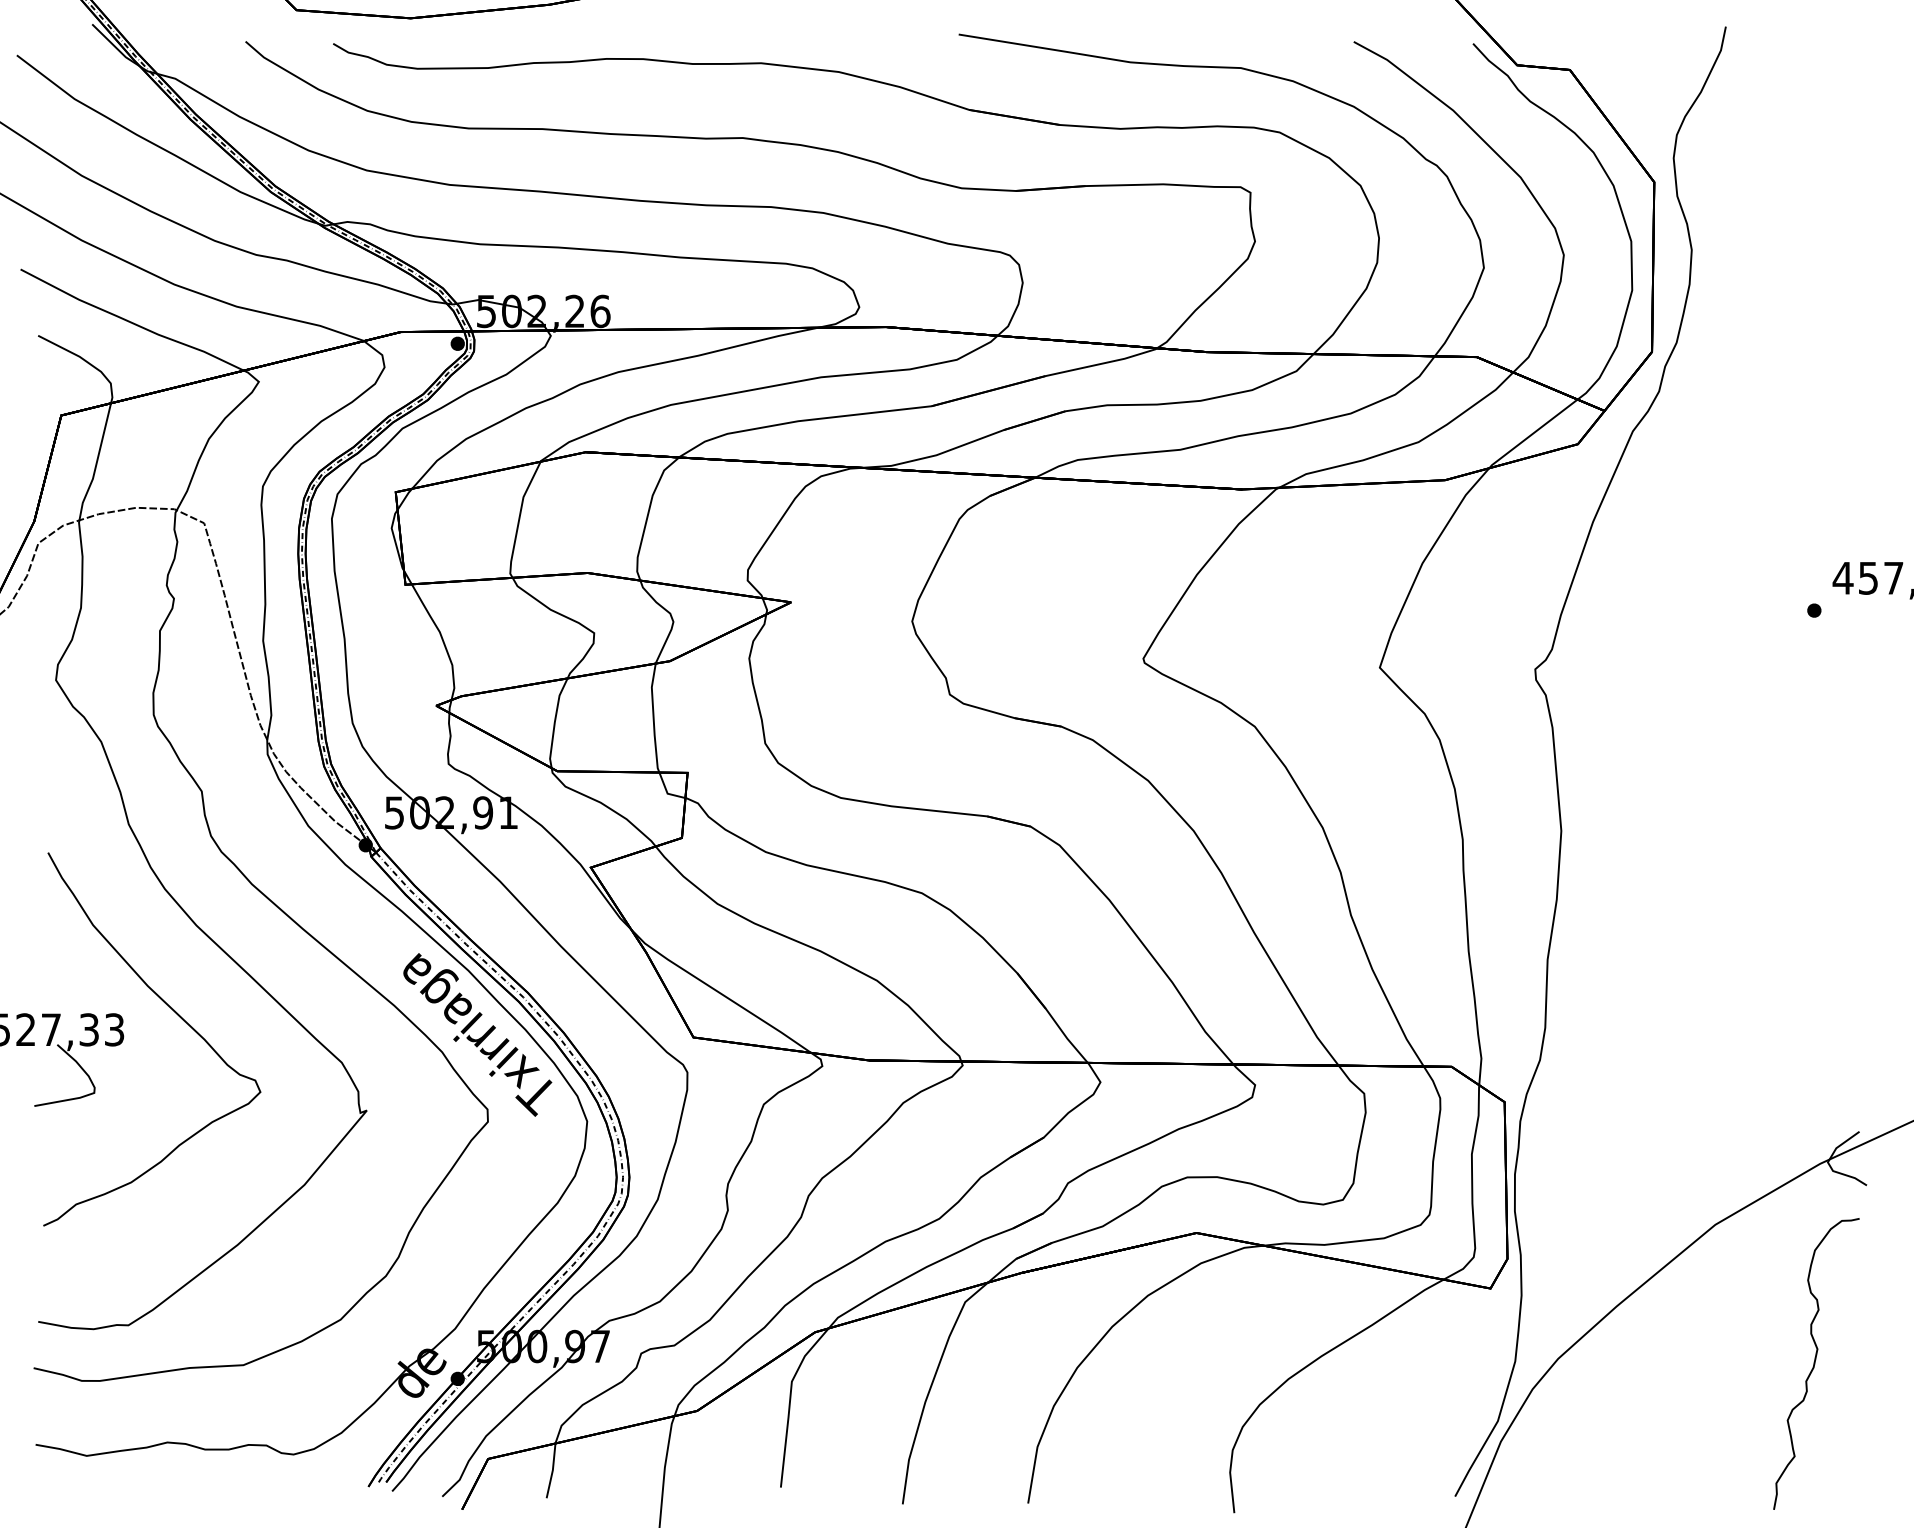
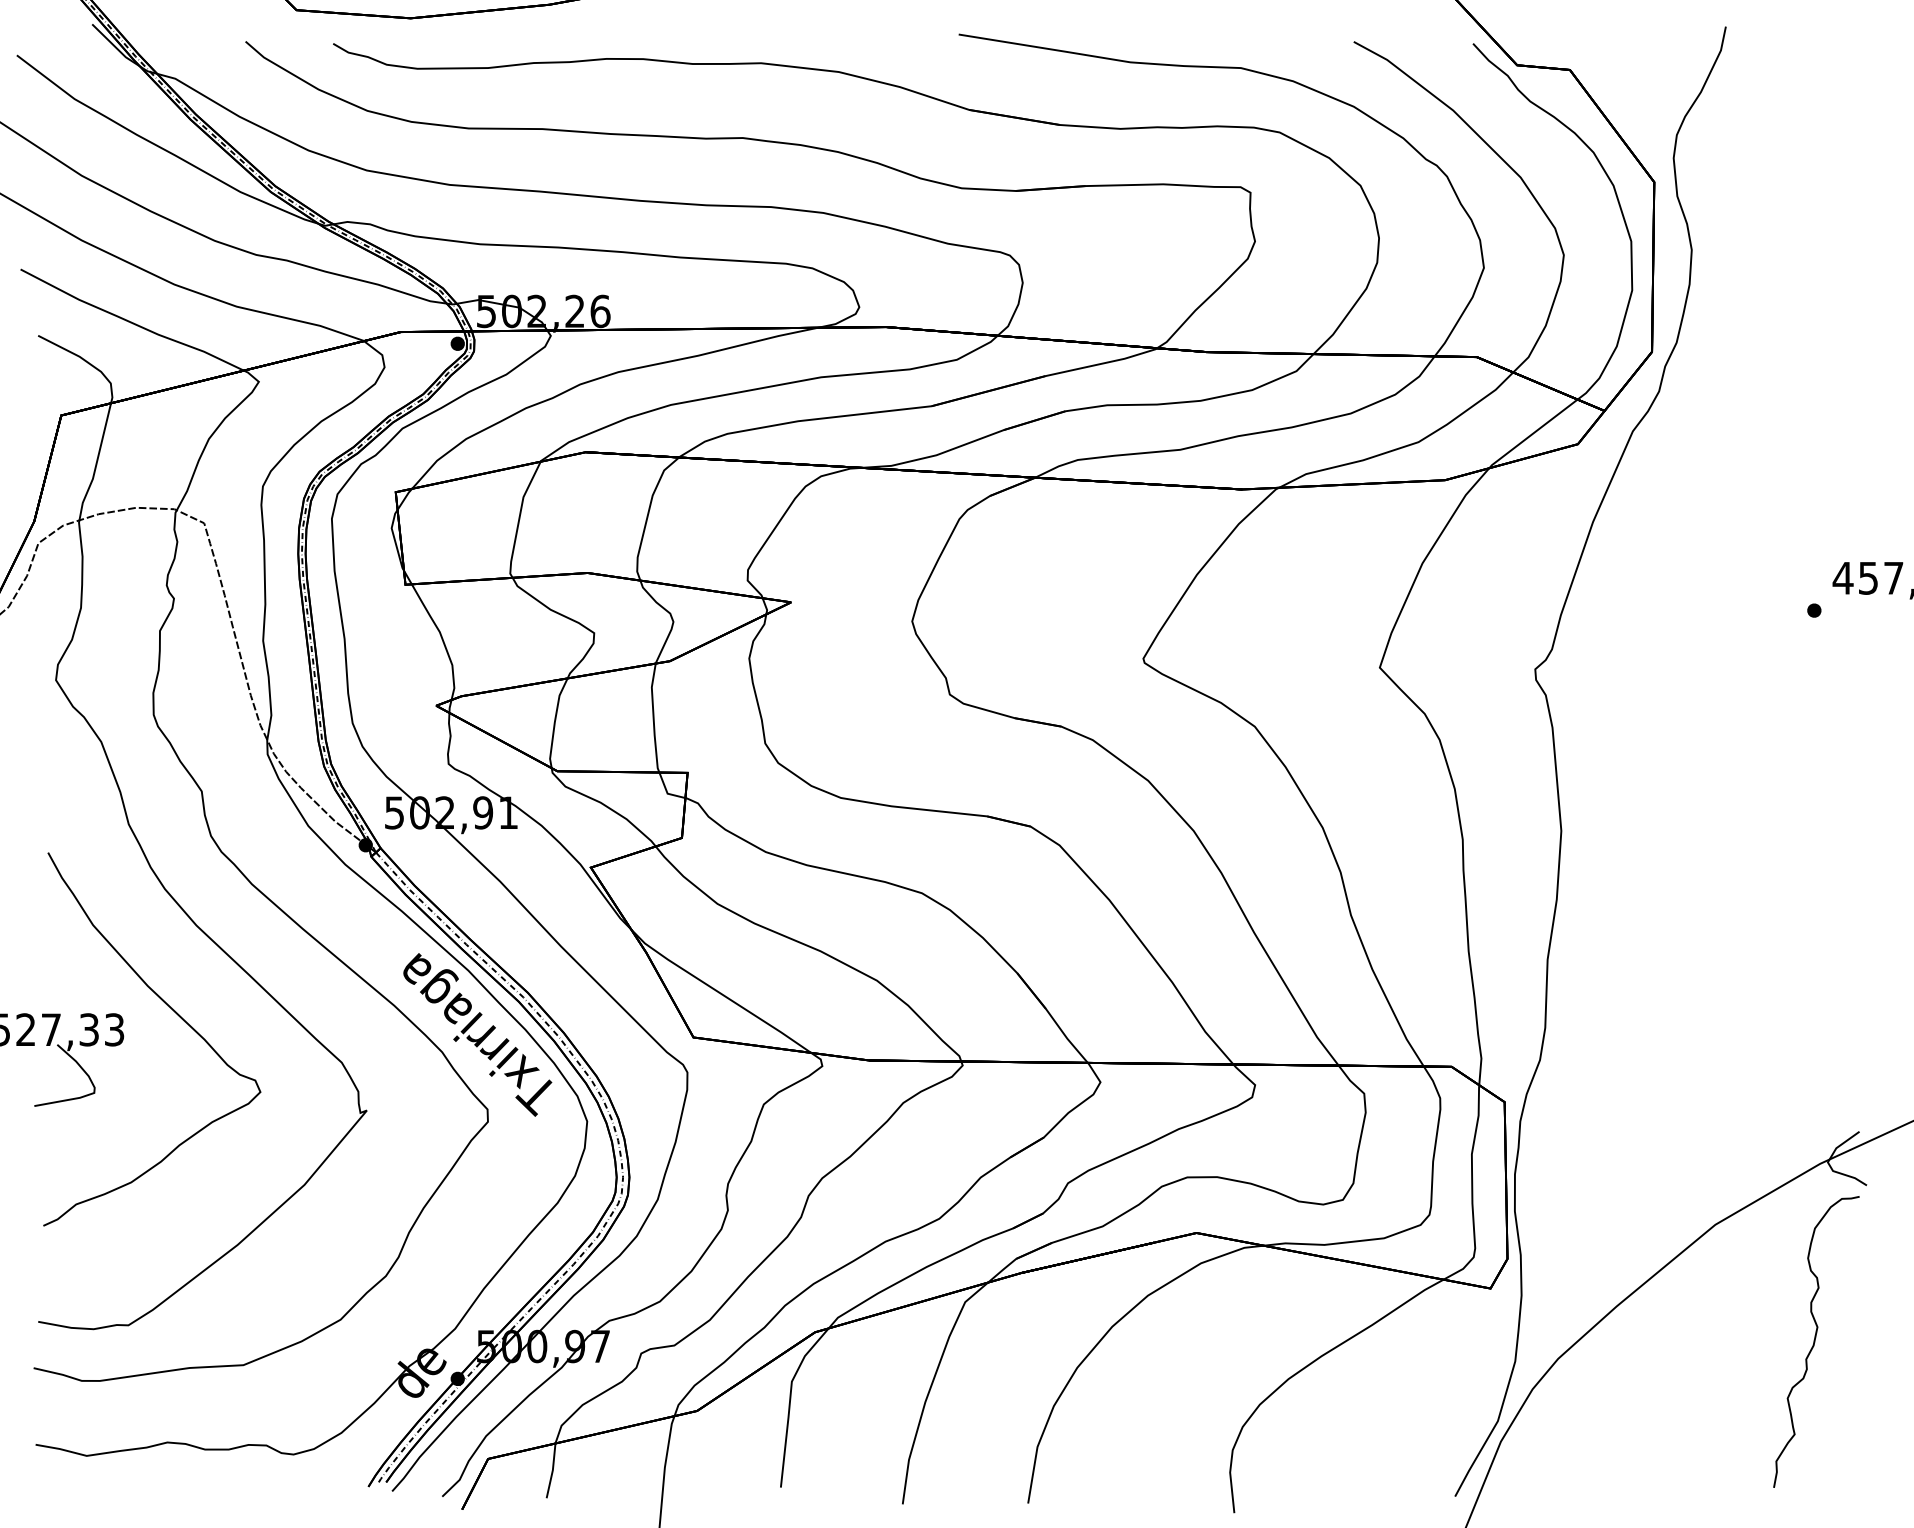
curve at (1815, 1363) position: (1815, 1363) -> (1815, 1341)
